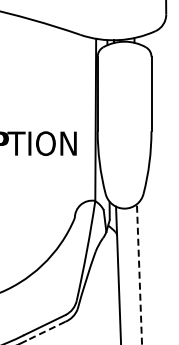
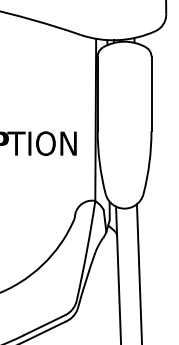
line at (139, 274): dashed -> solid
line at (45, 331): dashed -> solid
